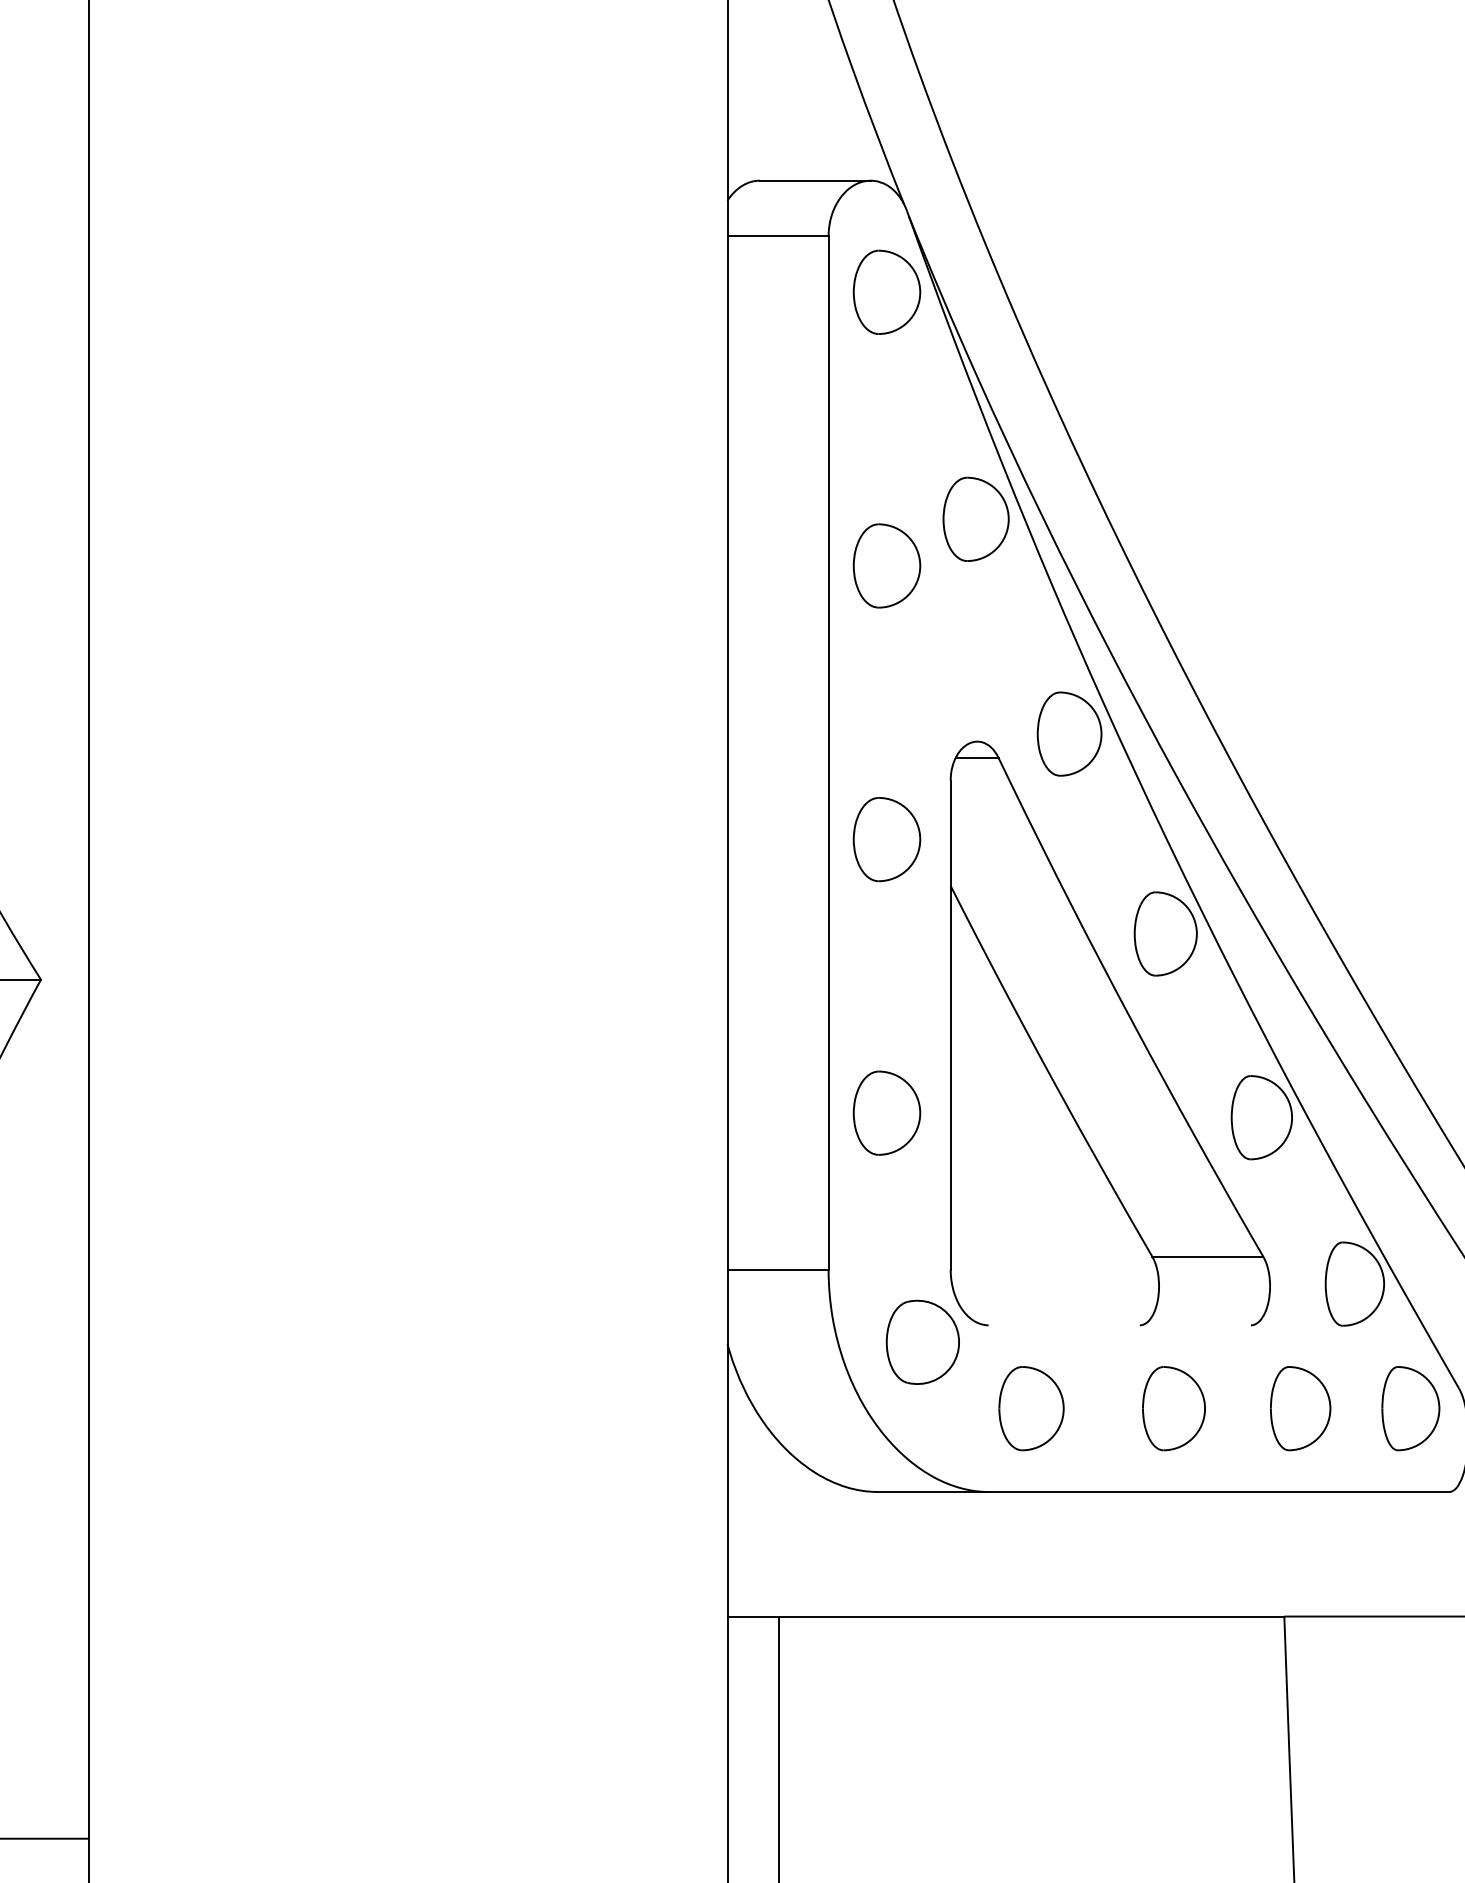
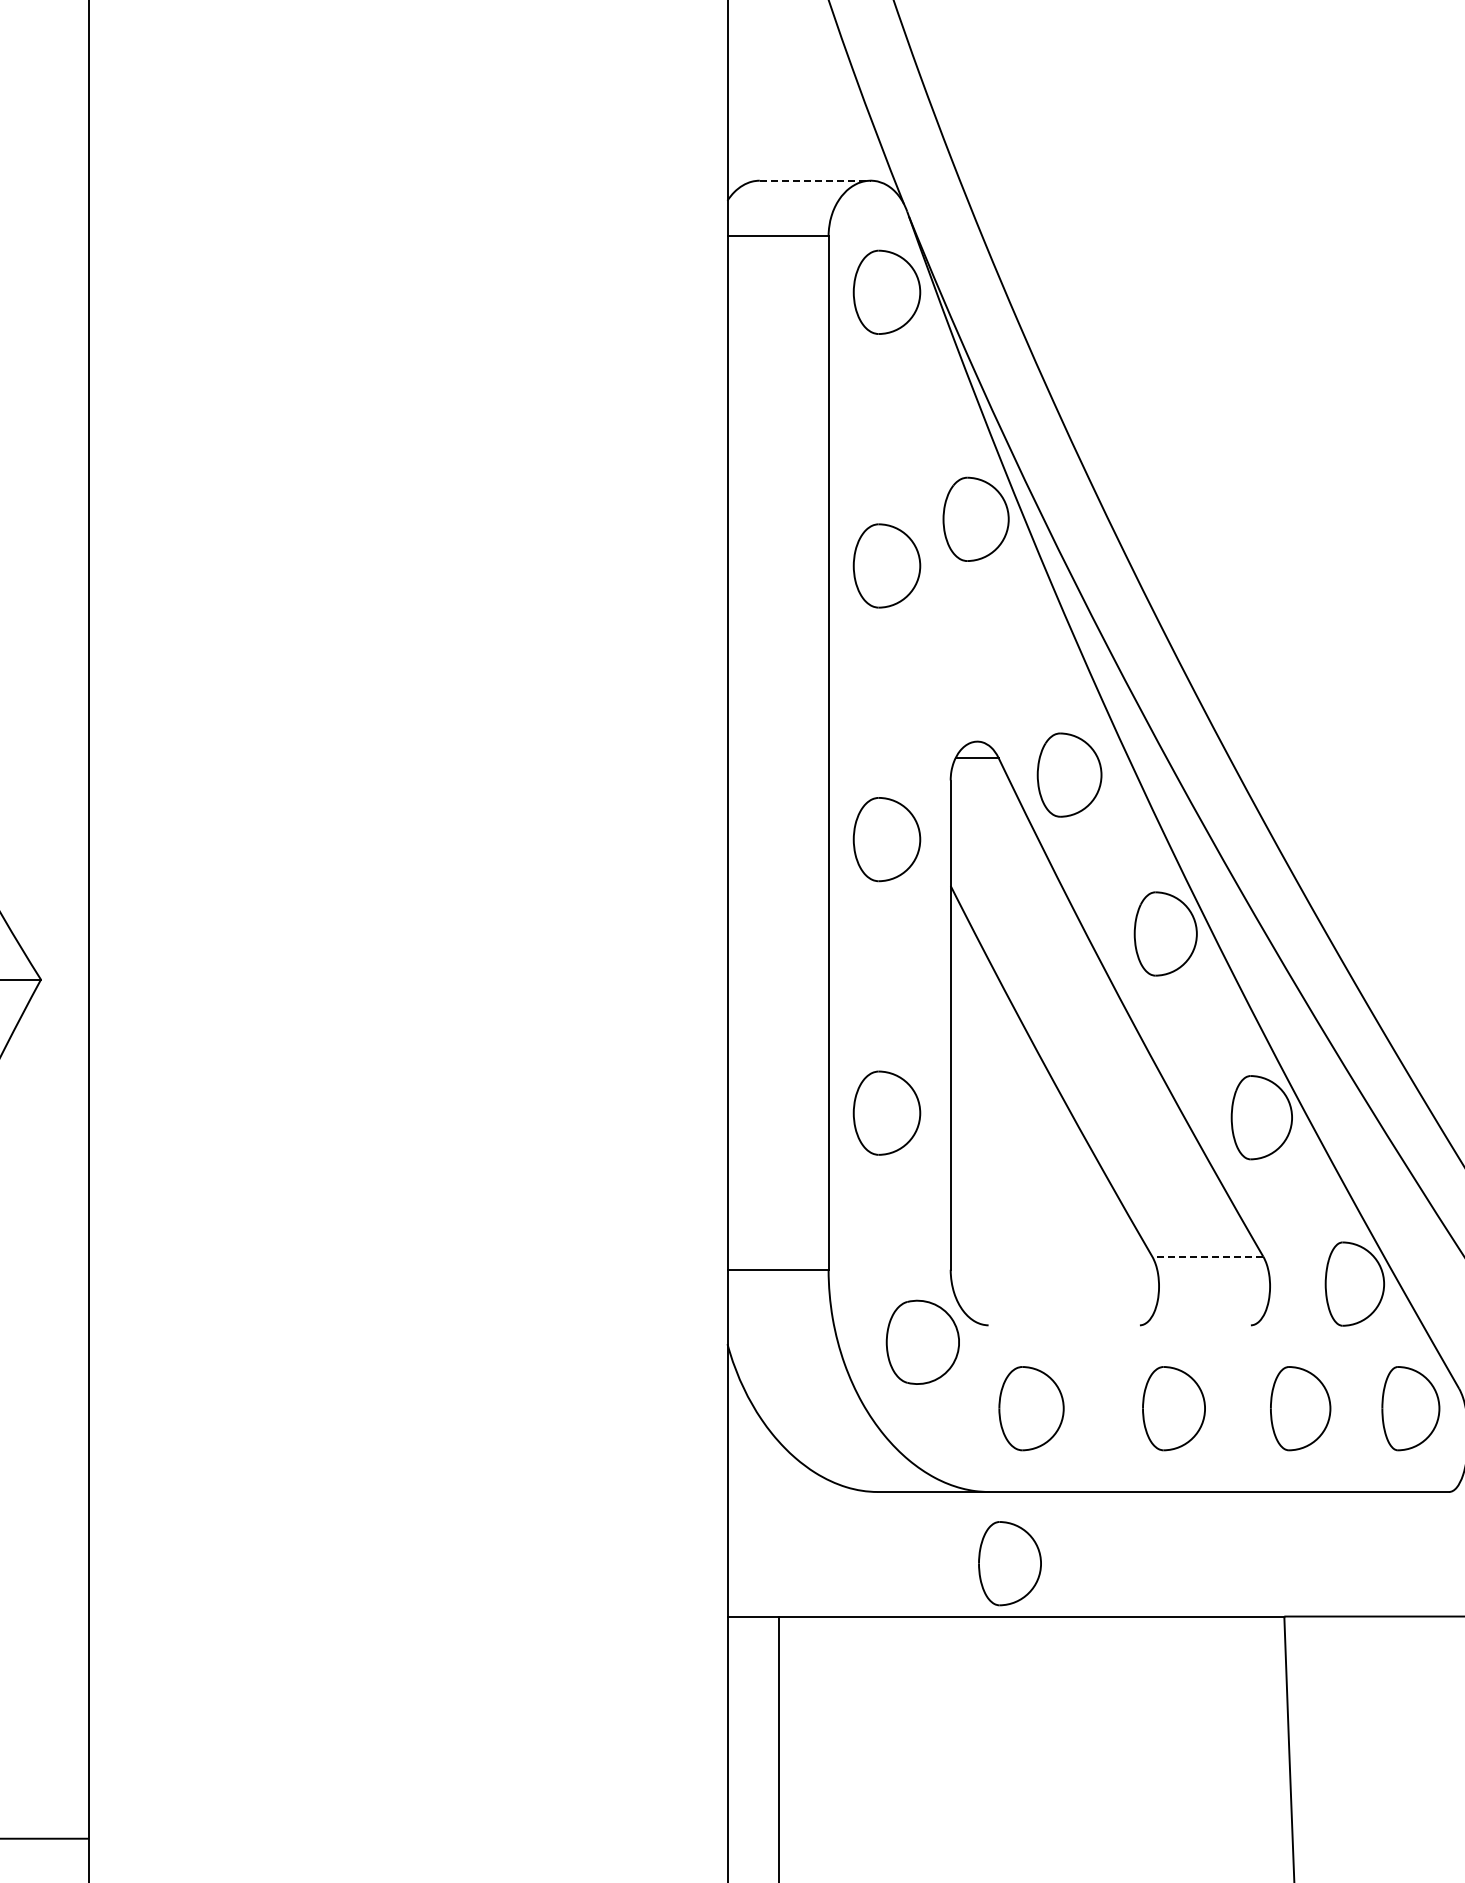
line at (815, 180): solid -> dashed
part at (1069, 733) position: (1069, 733) -> (1069, 774)
line at (1207, 1256): solid -> dashed
part at (1009, 1563): none -> present
